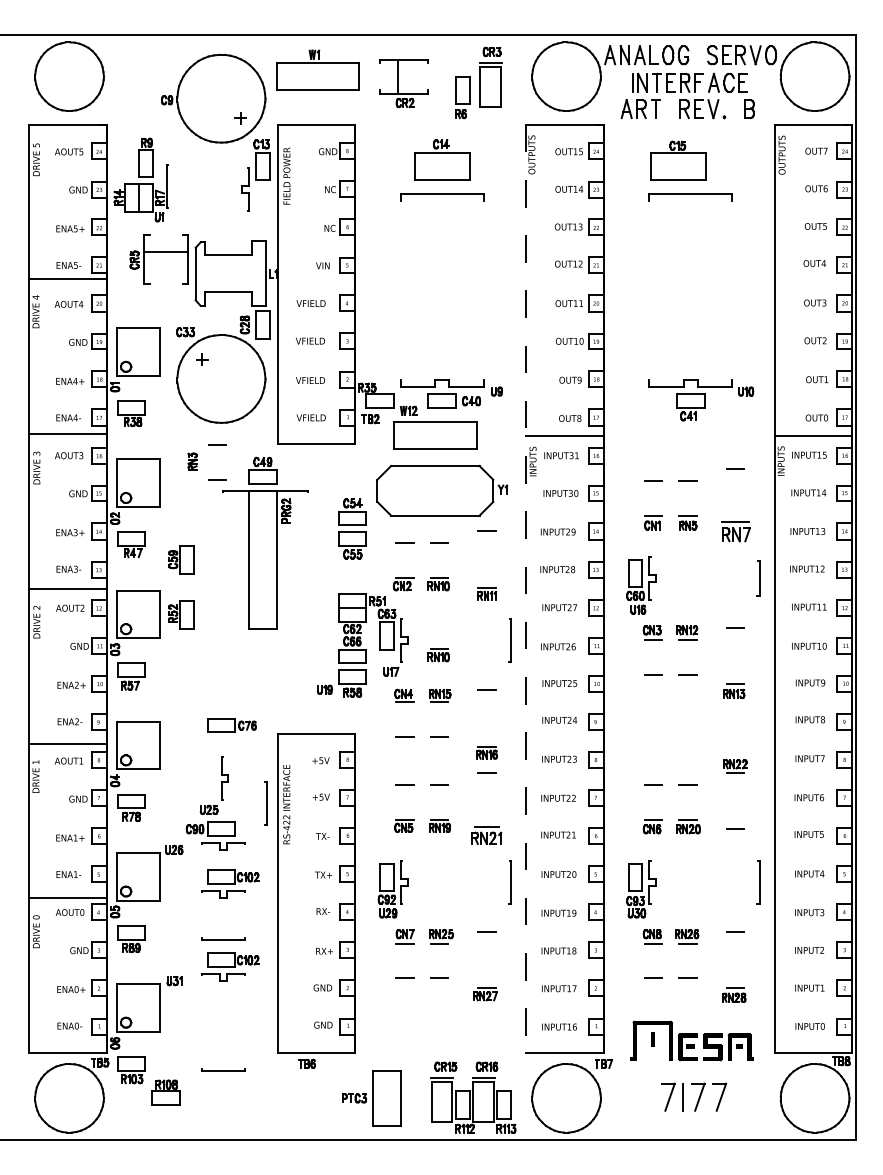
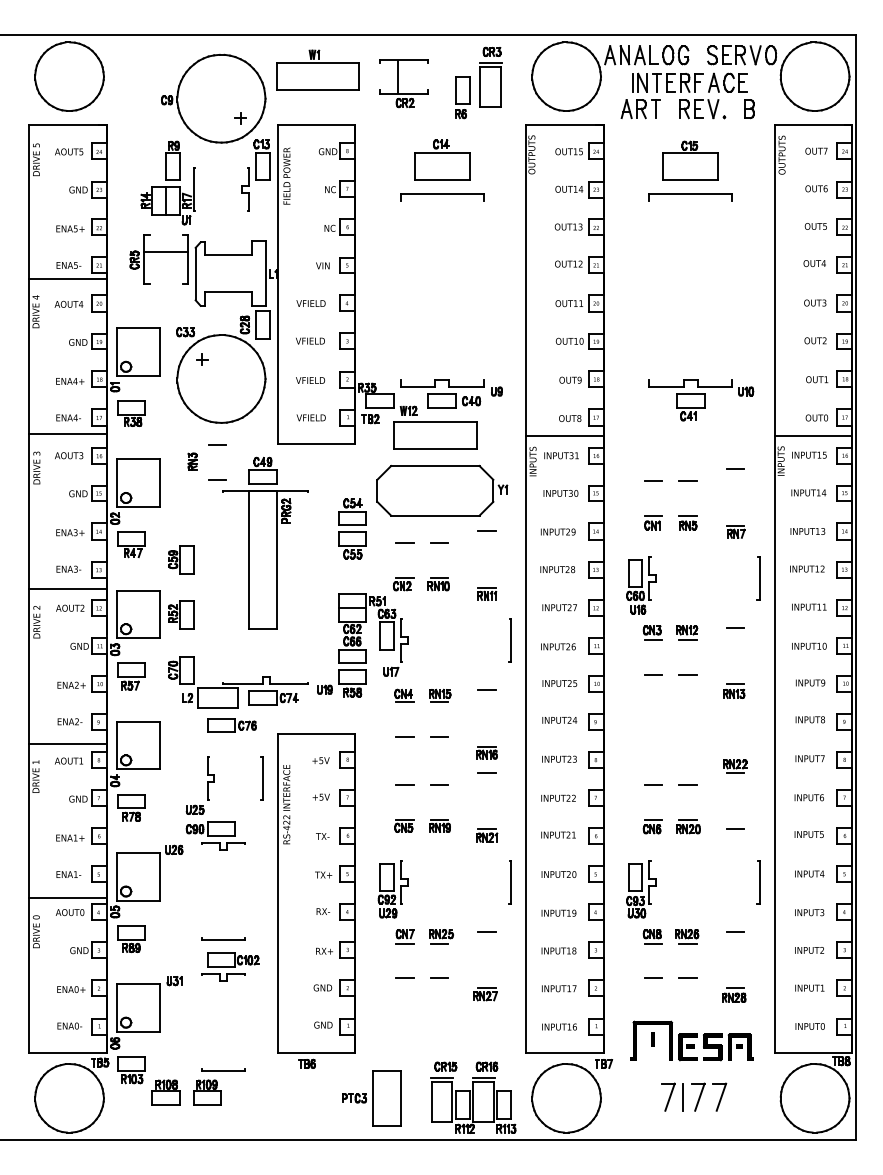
part at (678, 160) position: (678, 160) -> (690, 160)
part at (140, 179) position: (140, 179) -> (167, 182)
part at (735, 531) size: 30x22 px -> 20x14 px
part at (758, 578) size: 5x37 px -> 5x45 px
line at (526, 589): dashed -> solid
part at (438, 655): present -> none
part at (238, 682): none -> present
part at (221, 785) position: (221, 785) -> (207, 785)
part at (265, 803) position: (265, 803) -> (261, 778)
part at (486, 835) size: 32x19 px -> 23x15 px
part at (230, 883): present -> none
part at (207, 1092): none -> present
